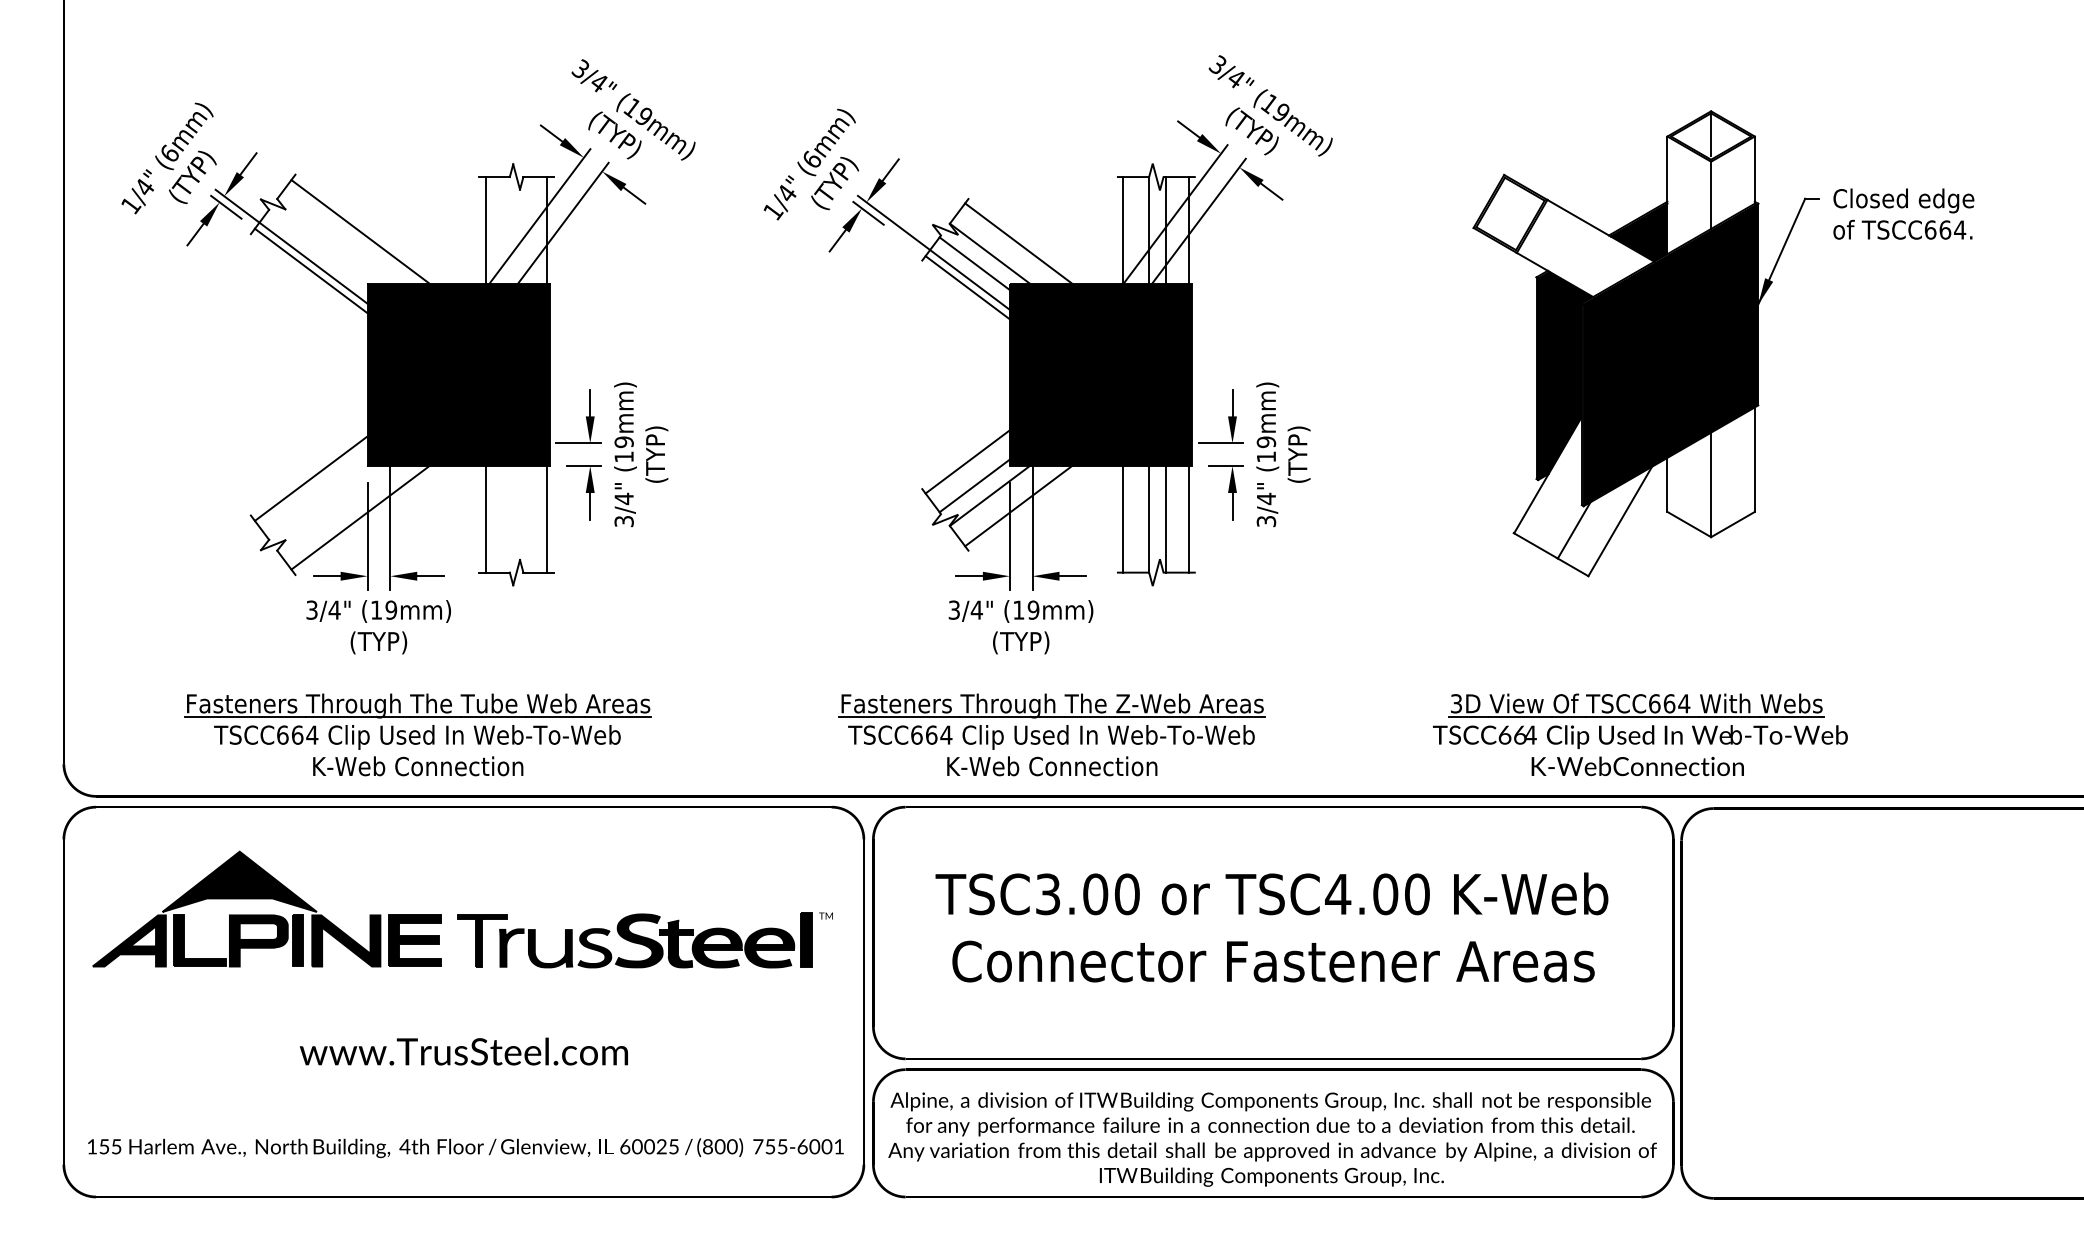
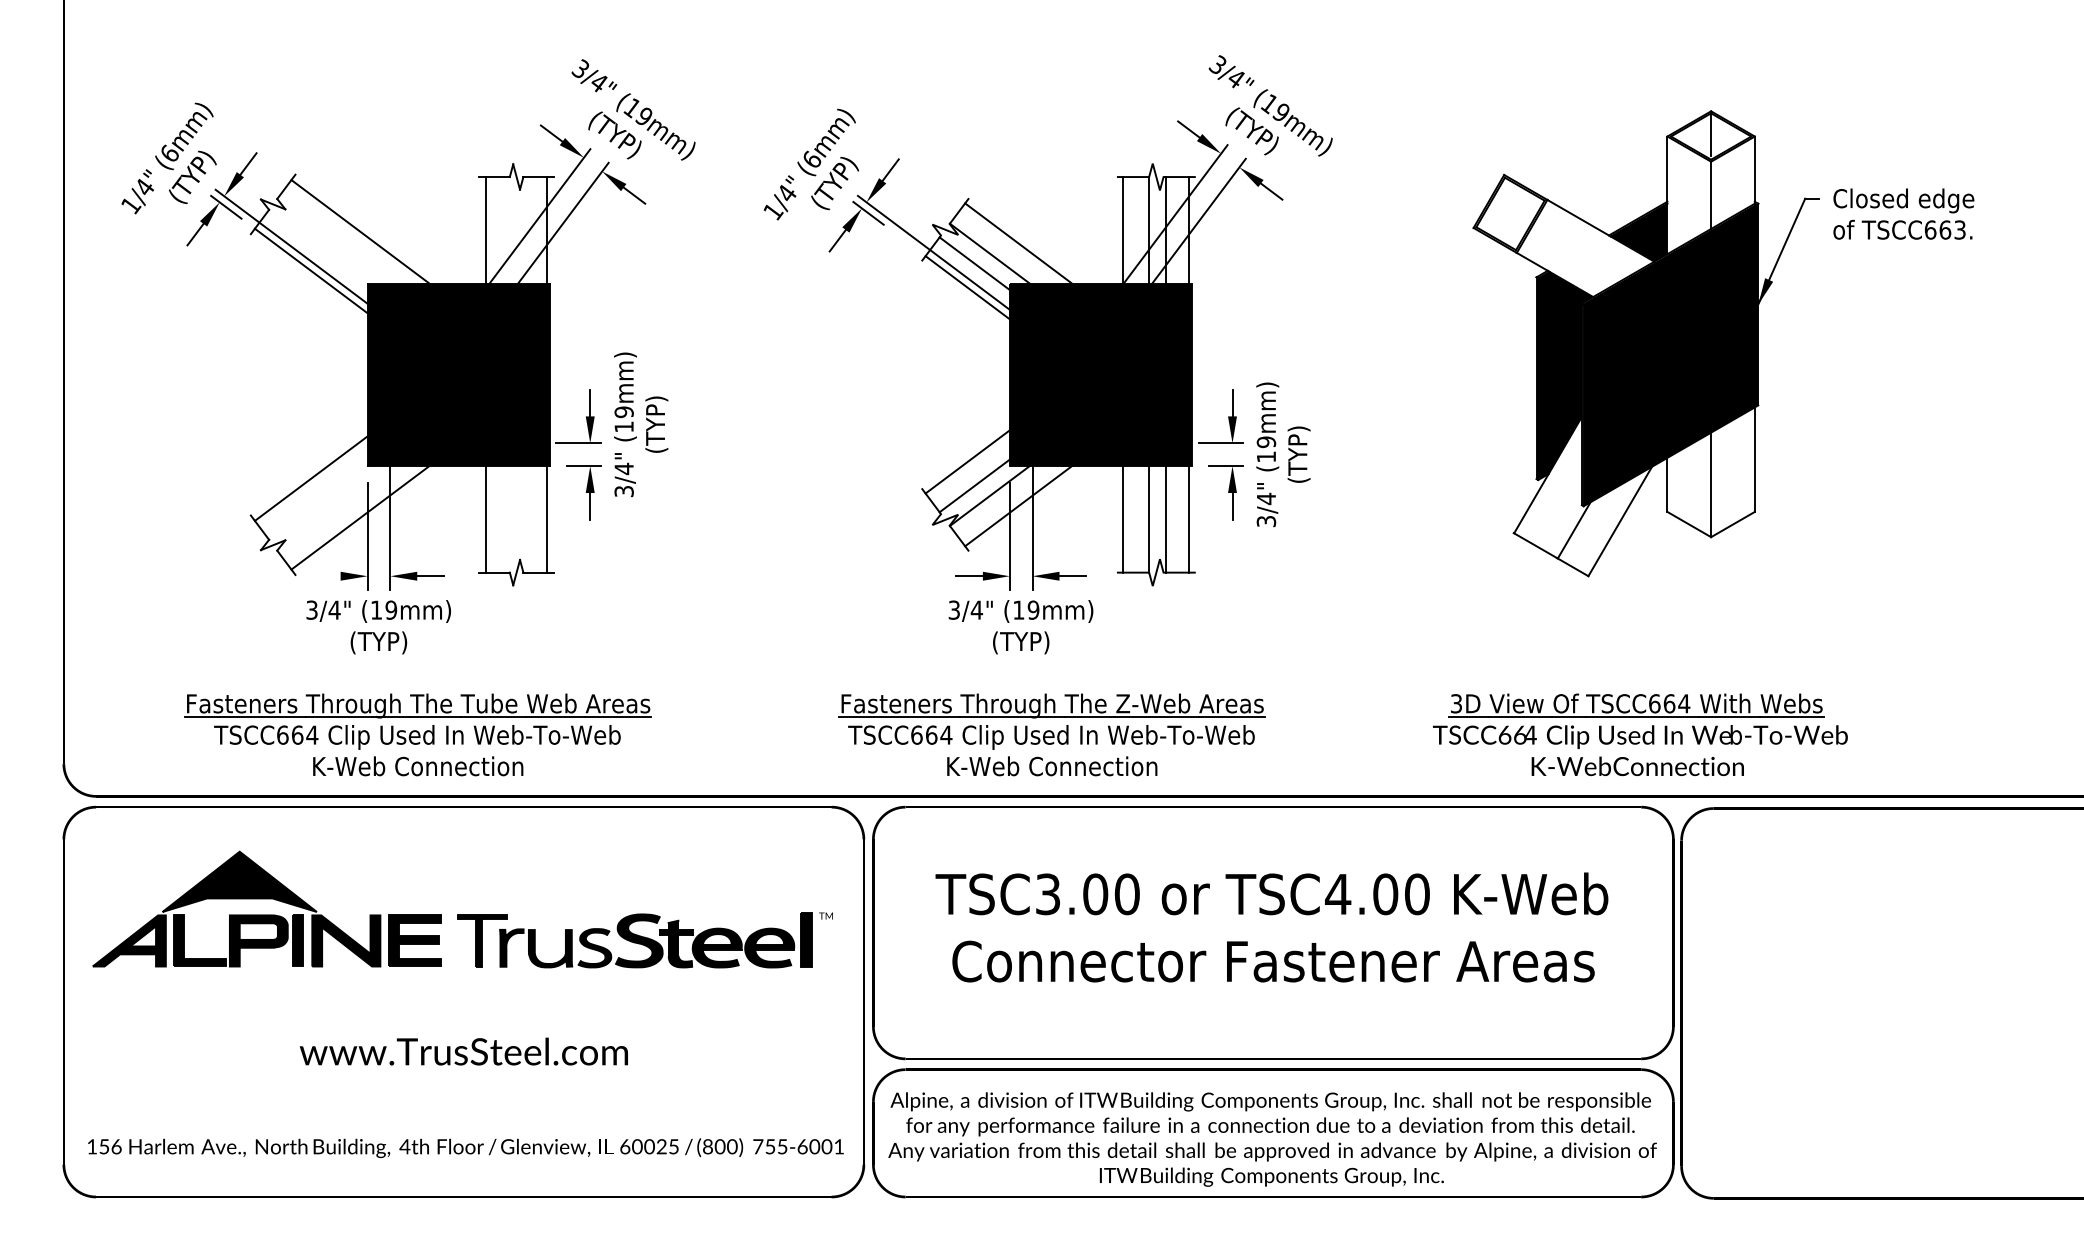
text at (1960, 229): TSCC664. -> TSCC663.
text at (641, 454) position: (641, 454) -> (641, 424)
line at (326, 576): present -> none
text at (116, 1146): 155 -> 156
